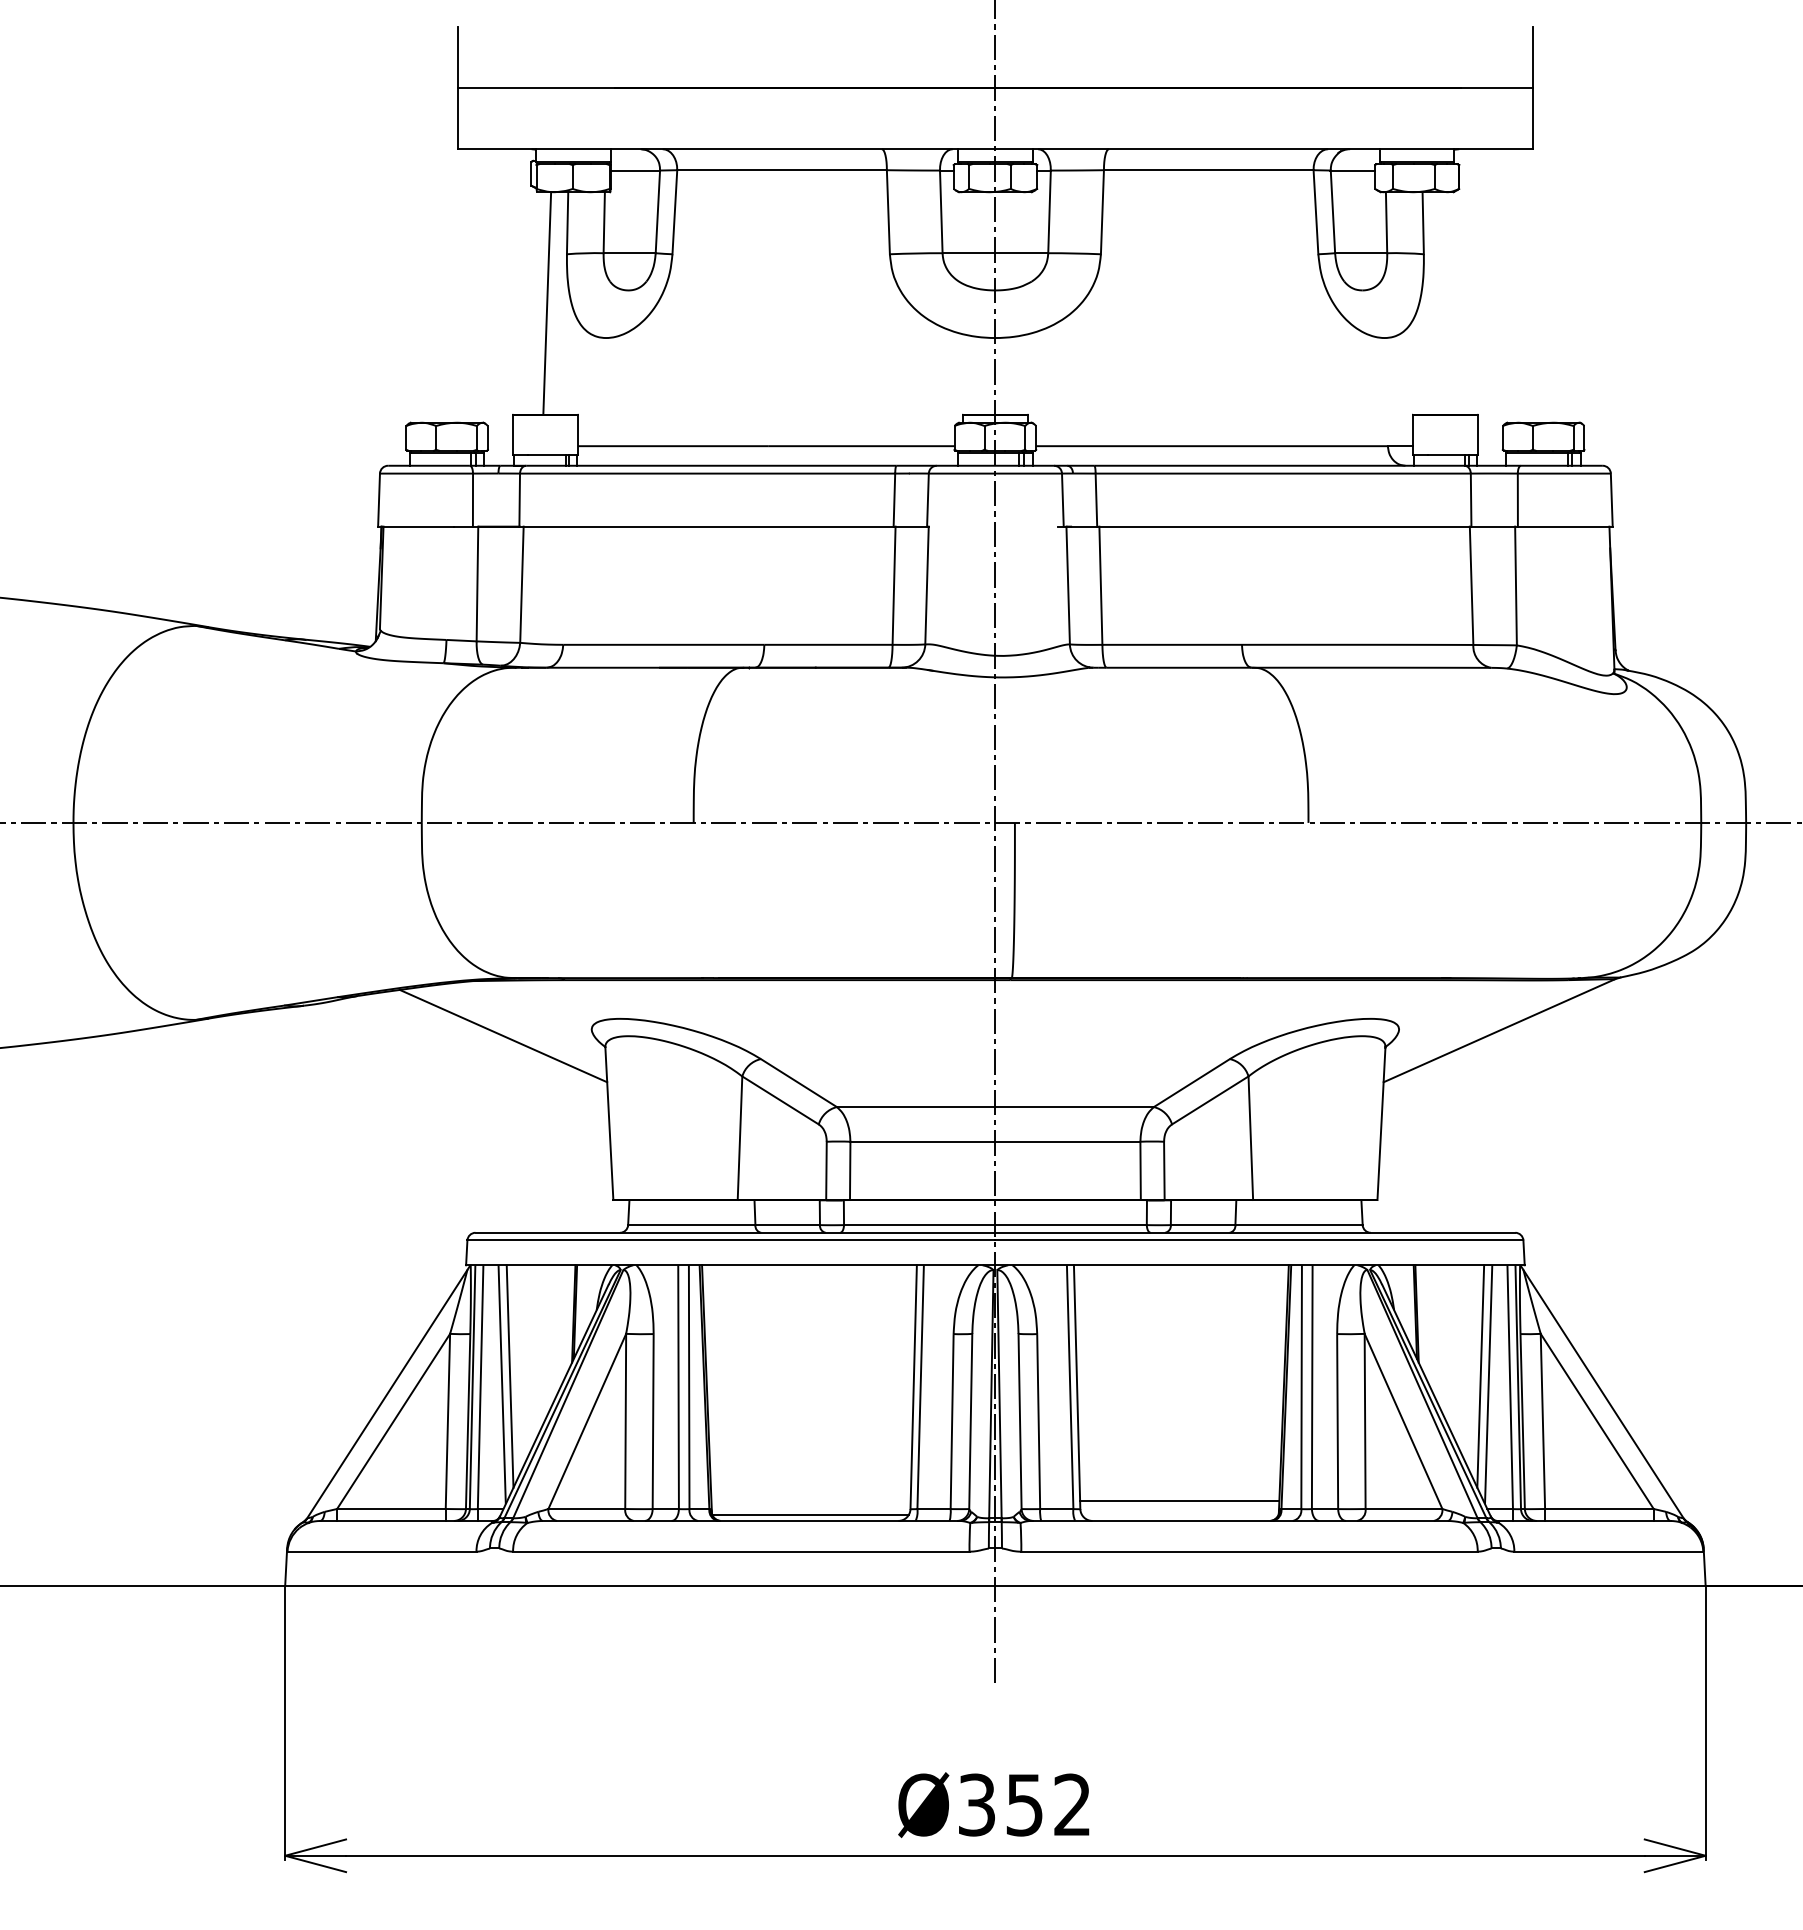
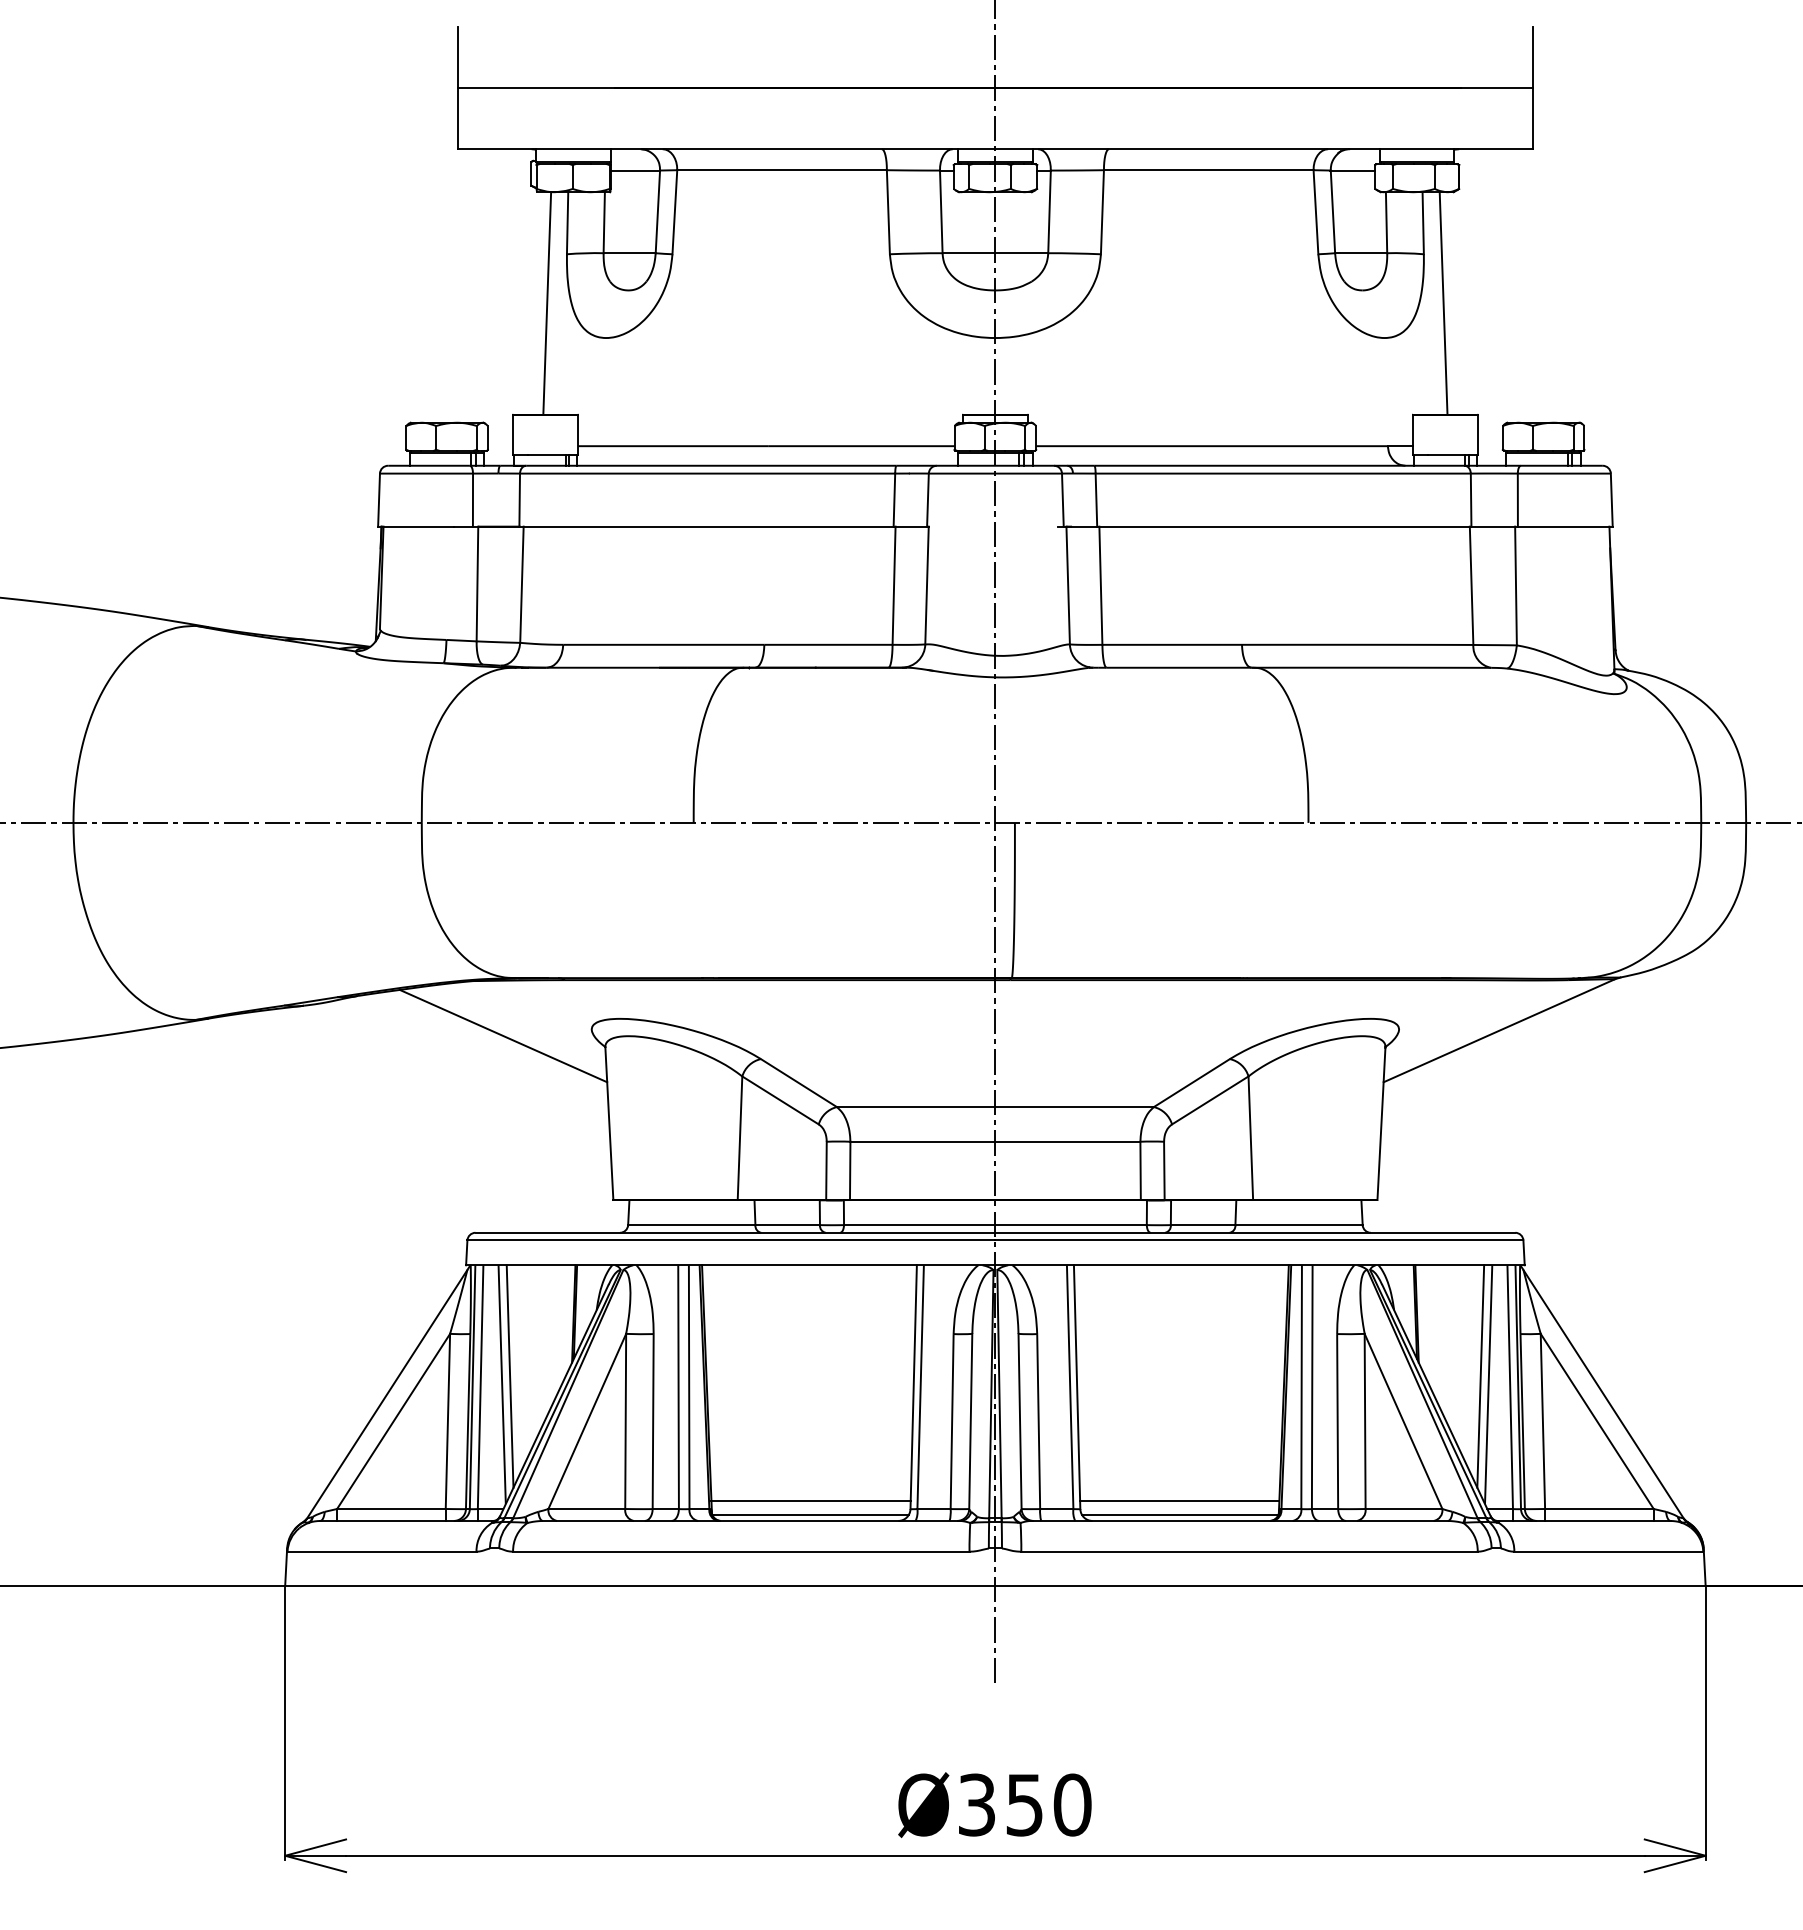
line at (1443, 303): none -> present
line at (810, 1500): none -> present
line at (1180, 1515): none -> present
text at (1072, 1804): Ø352 -> Ø350
